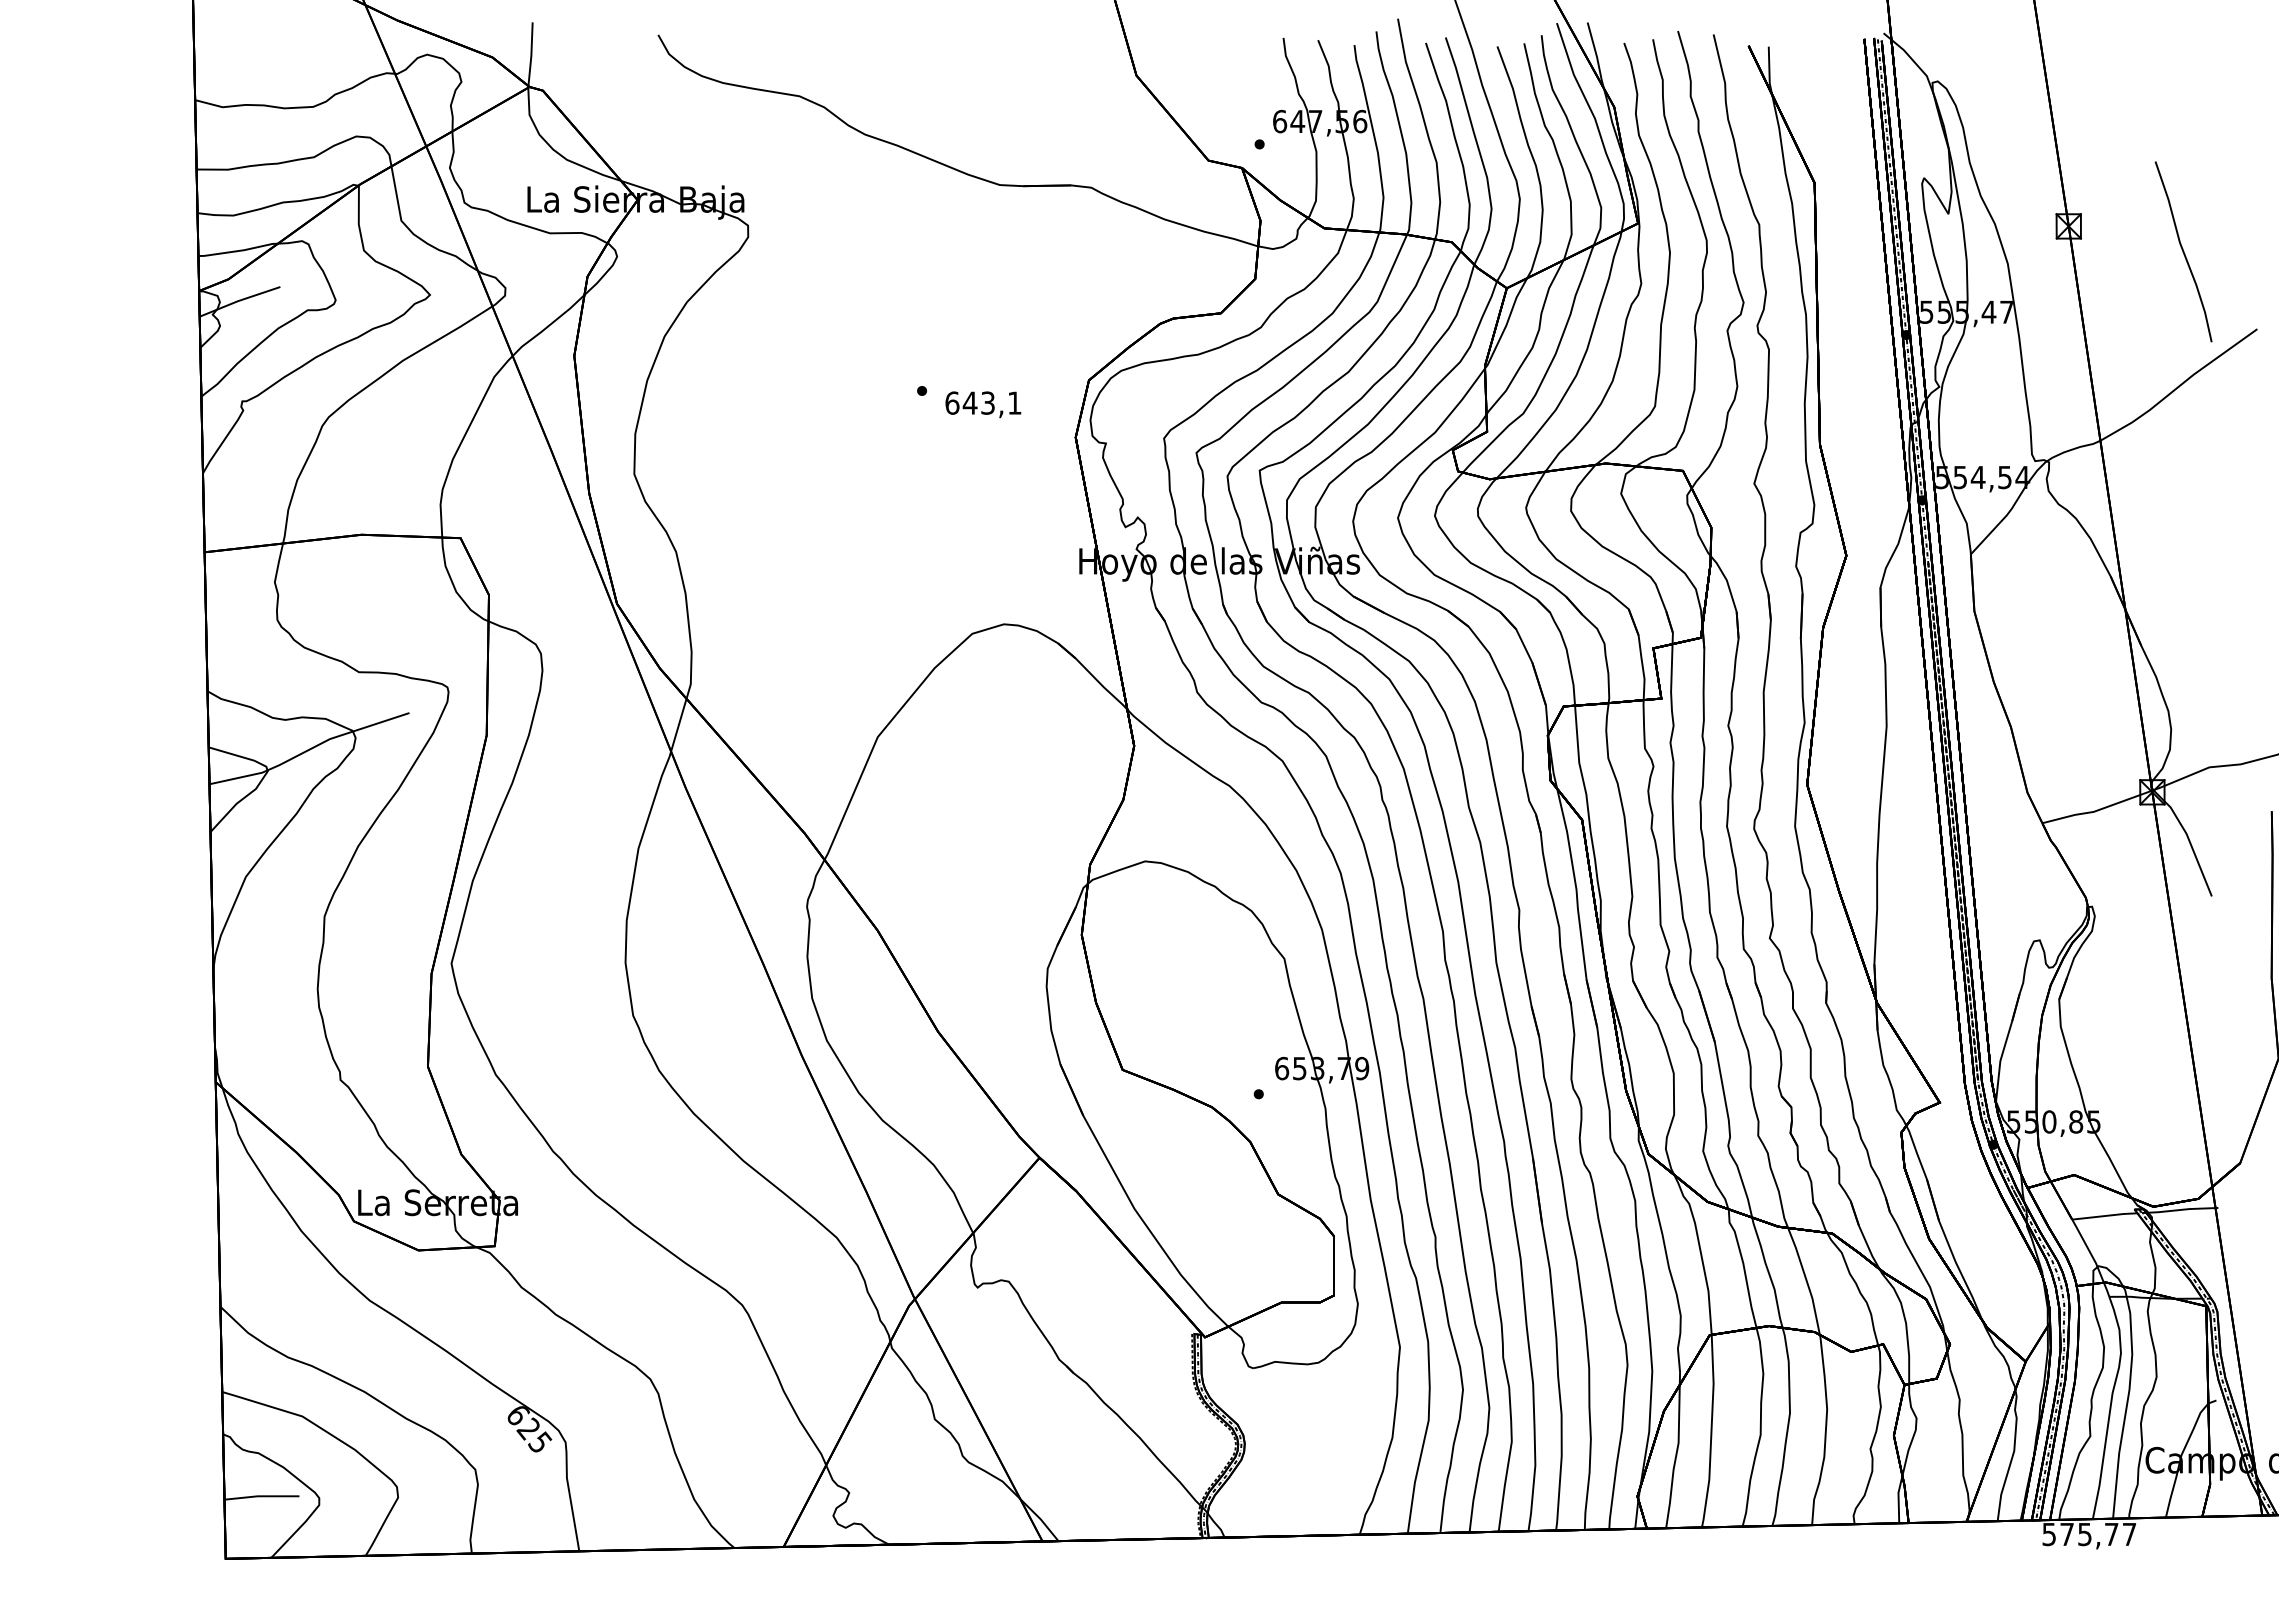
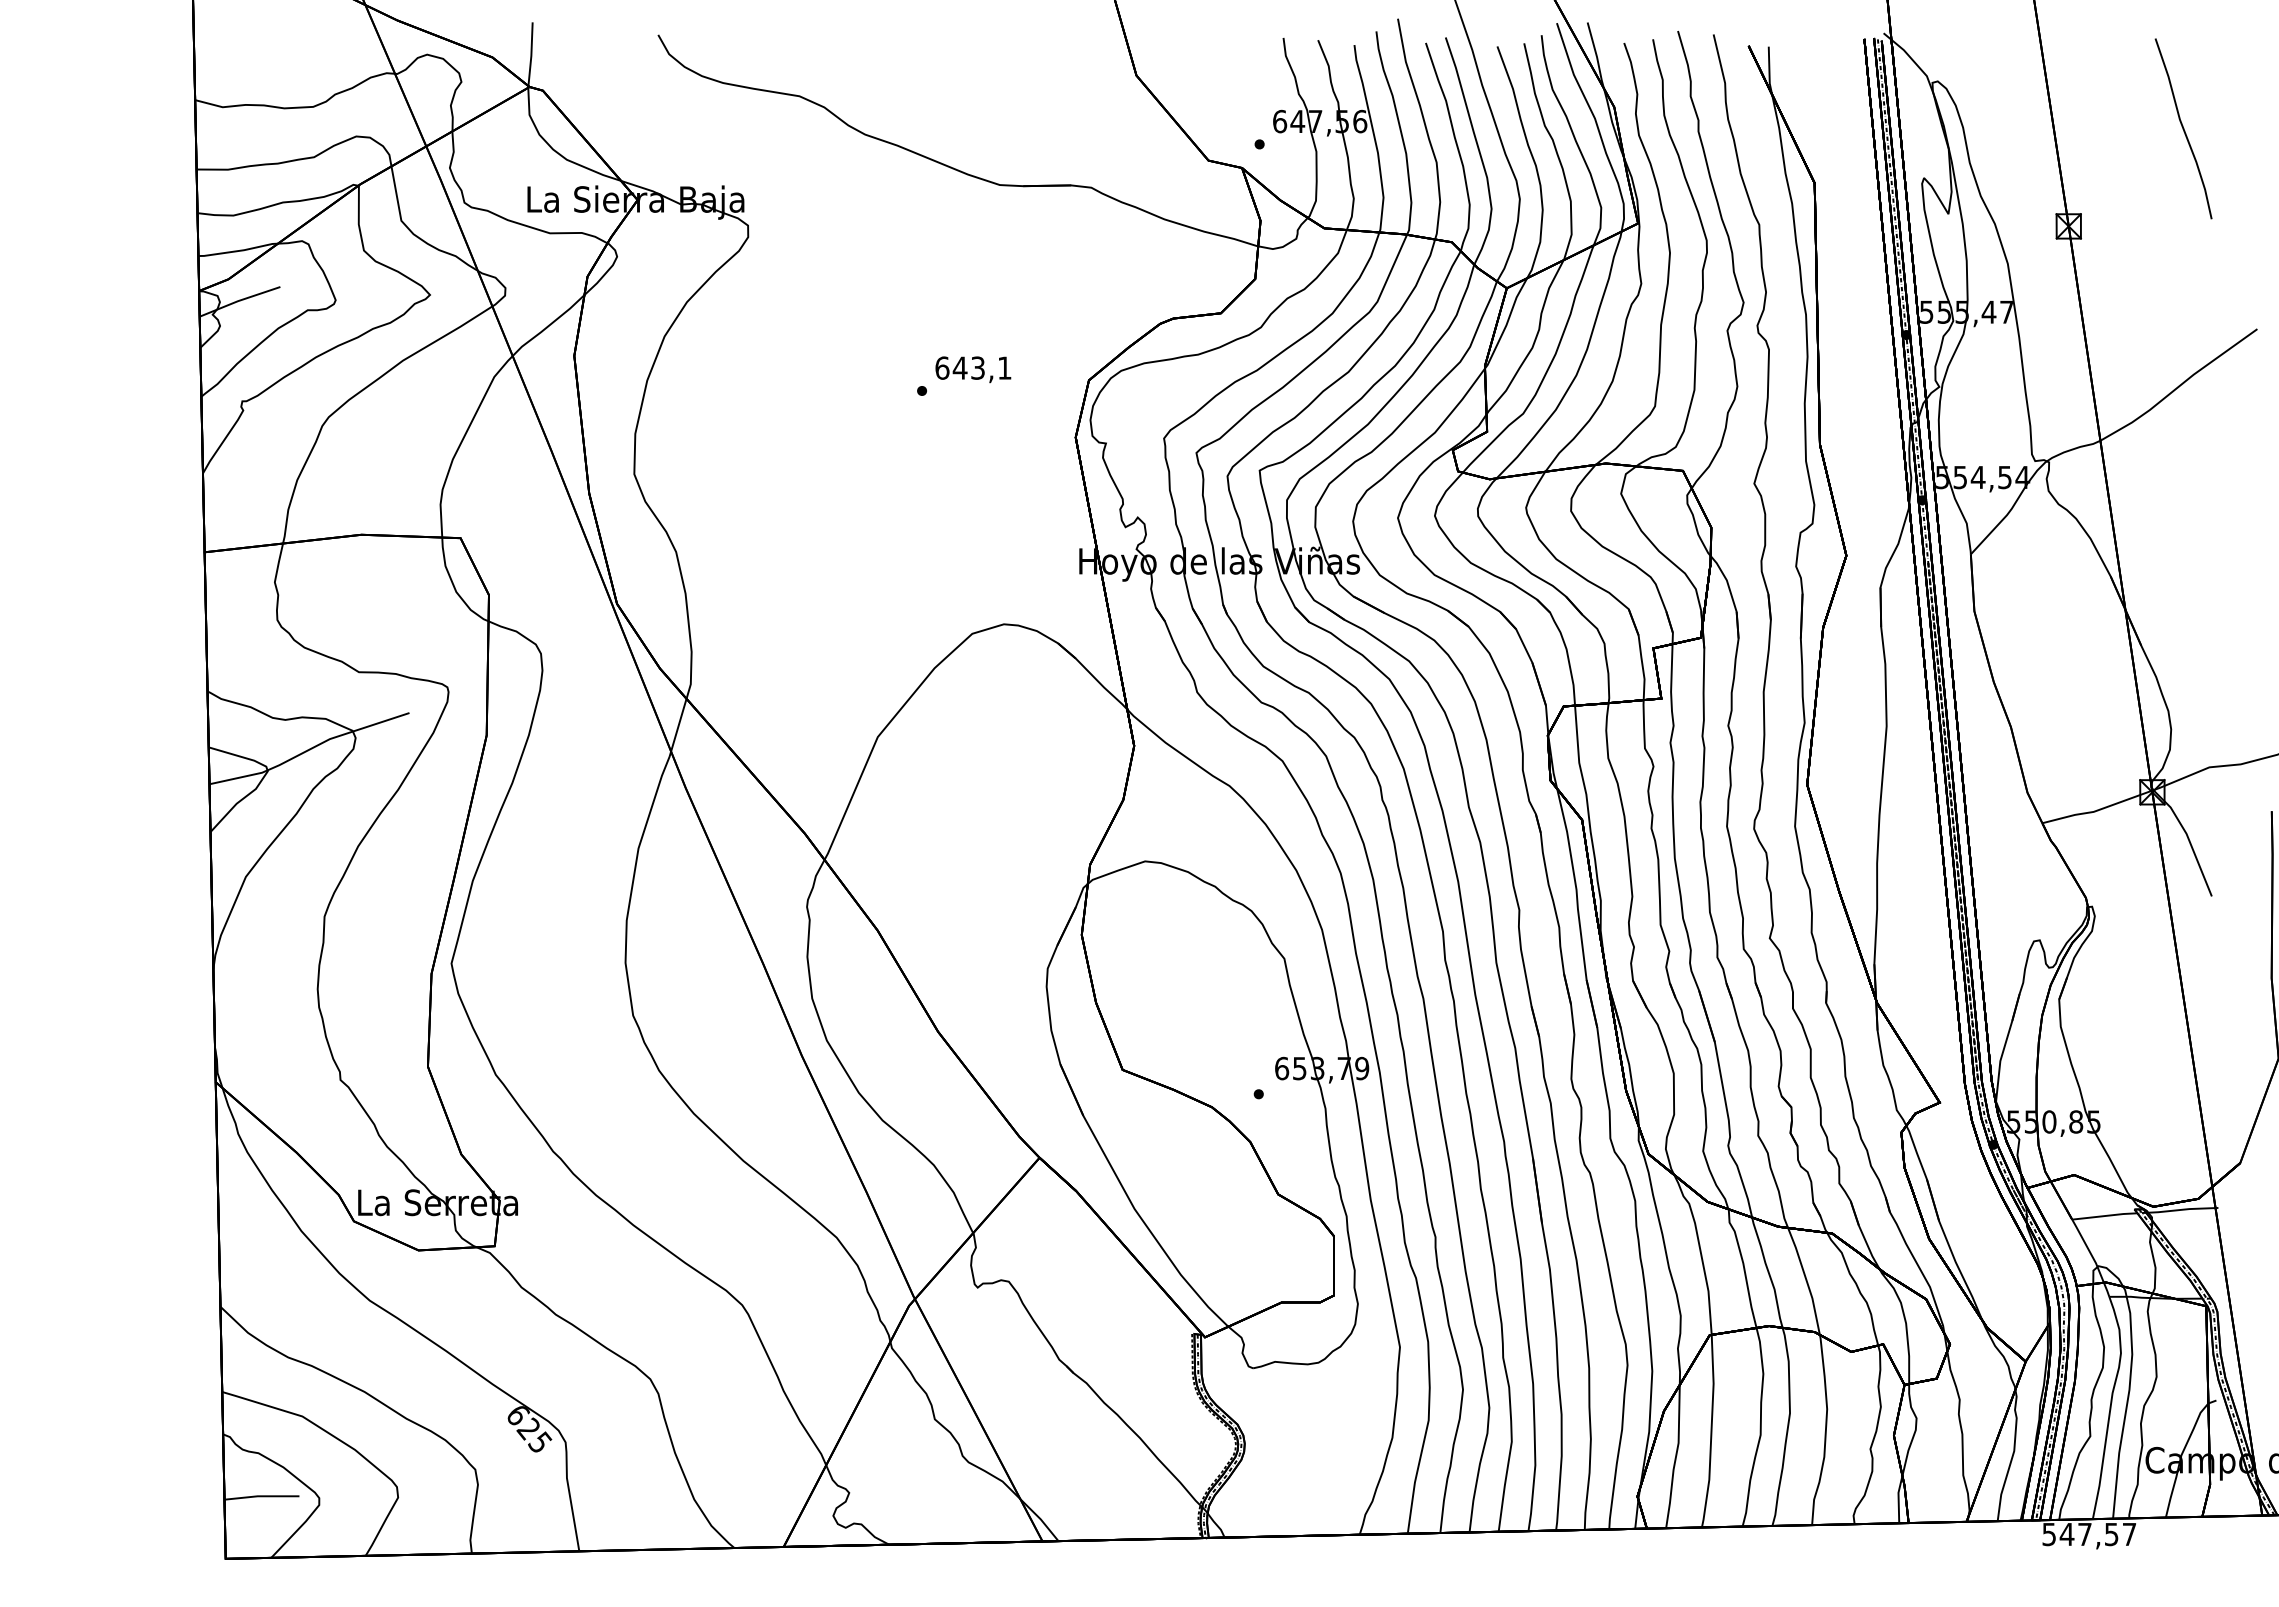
curve at (2183, 251) position: (2183, 251) -> (2183, 128)
text at (983, 404) position: (983, 404) -> (973, 369)
text at (2088, 1534): 575,77 -> 547,57
